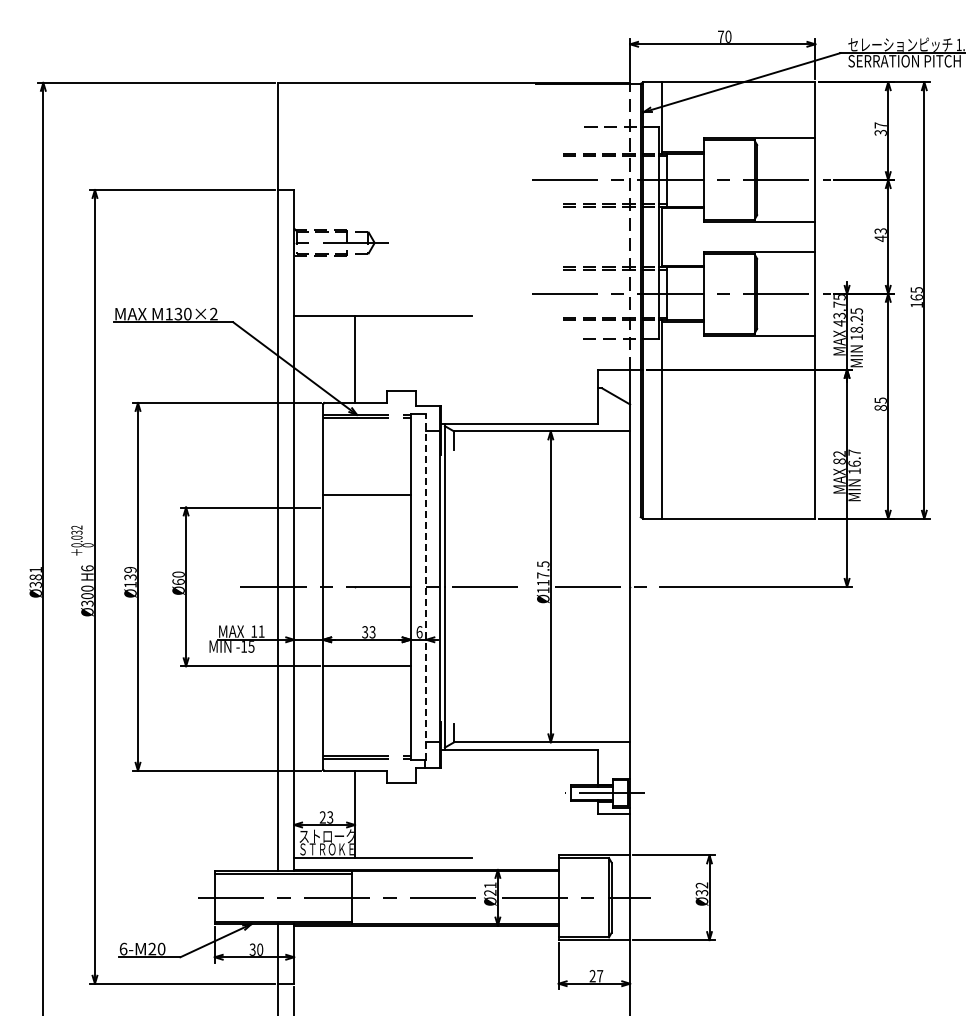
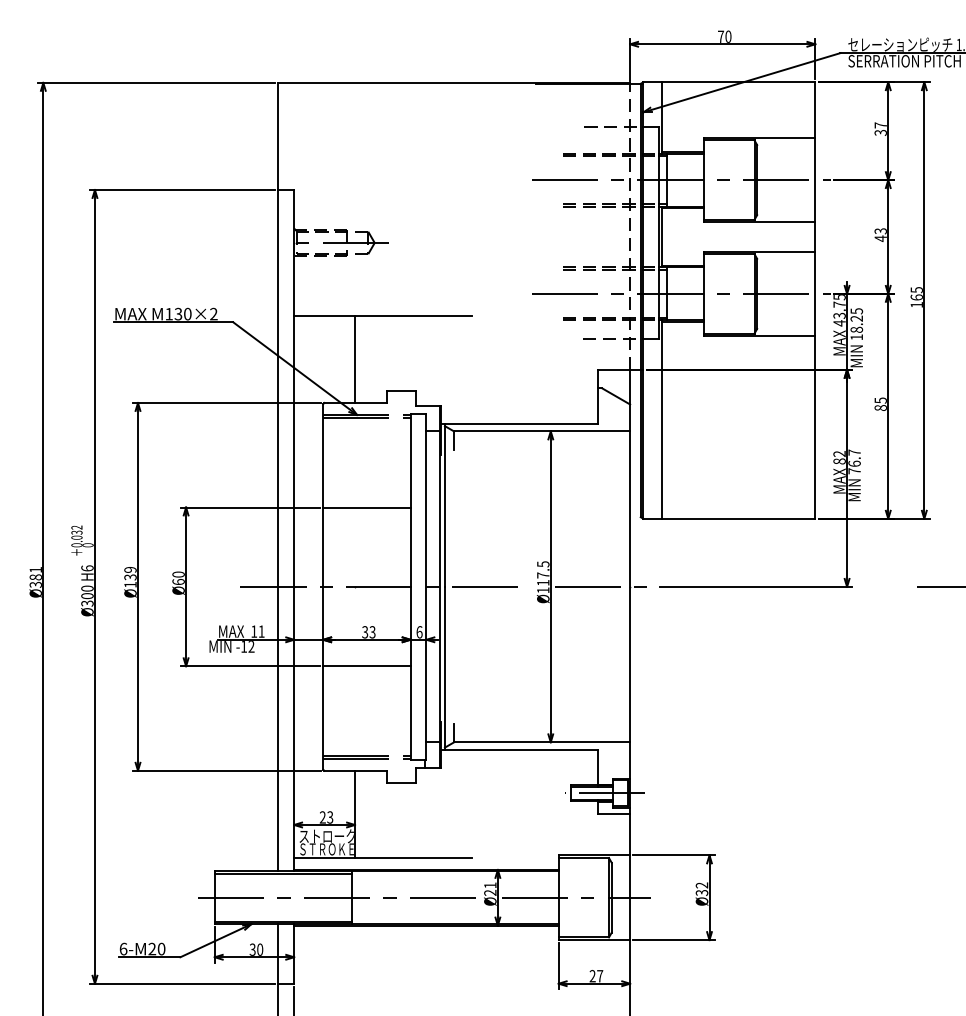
text at (854, 471): 16.7 -> 76.7
line at (366, 494) position: (366, 494) -> (366, 507)
line at (426, 586): dashed -> solid
line at (939, 586): none -> present
text at (251, 646): -15 -> -12
